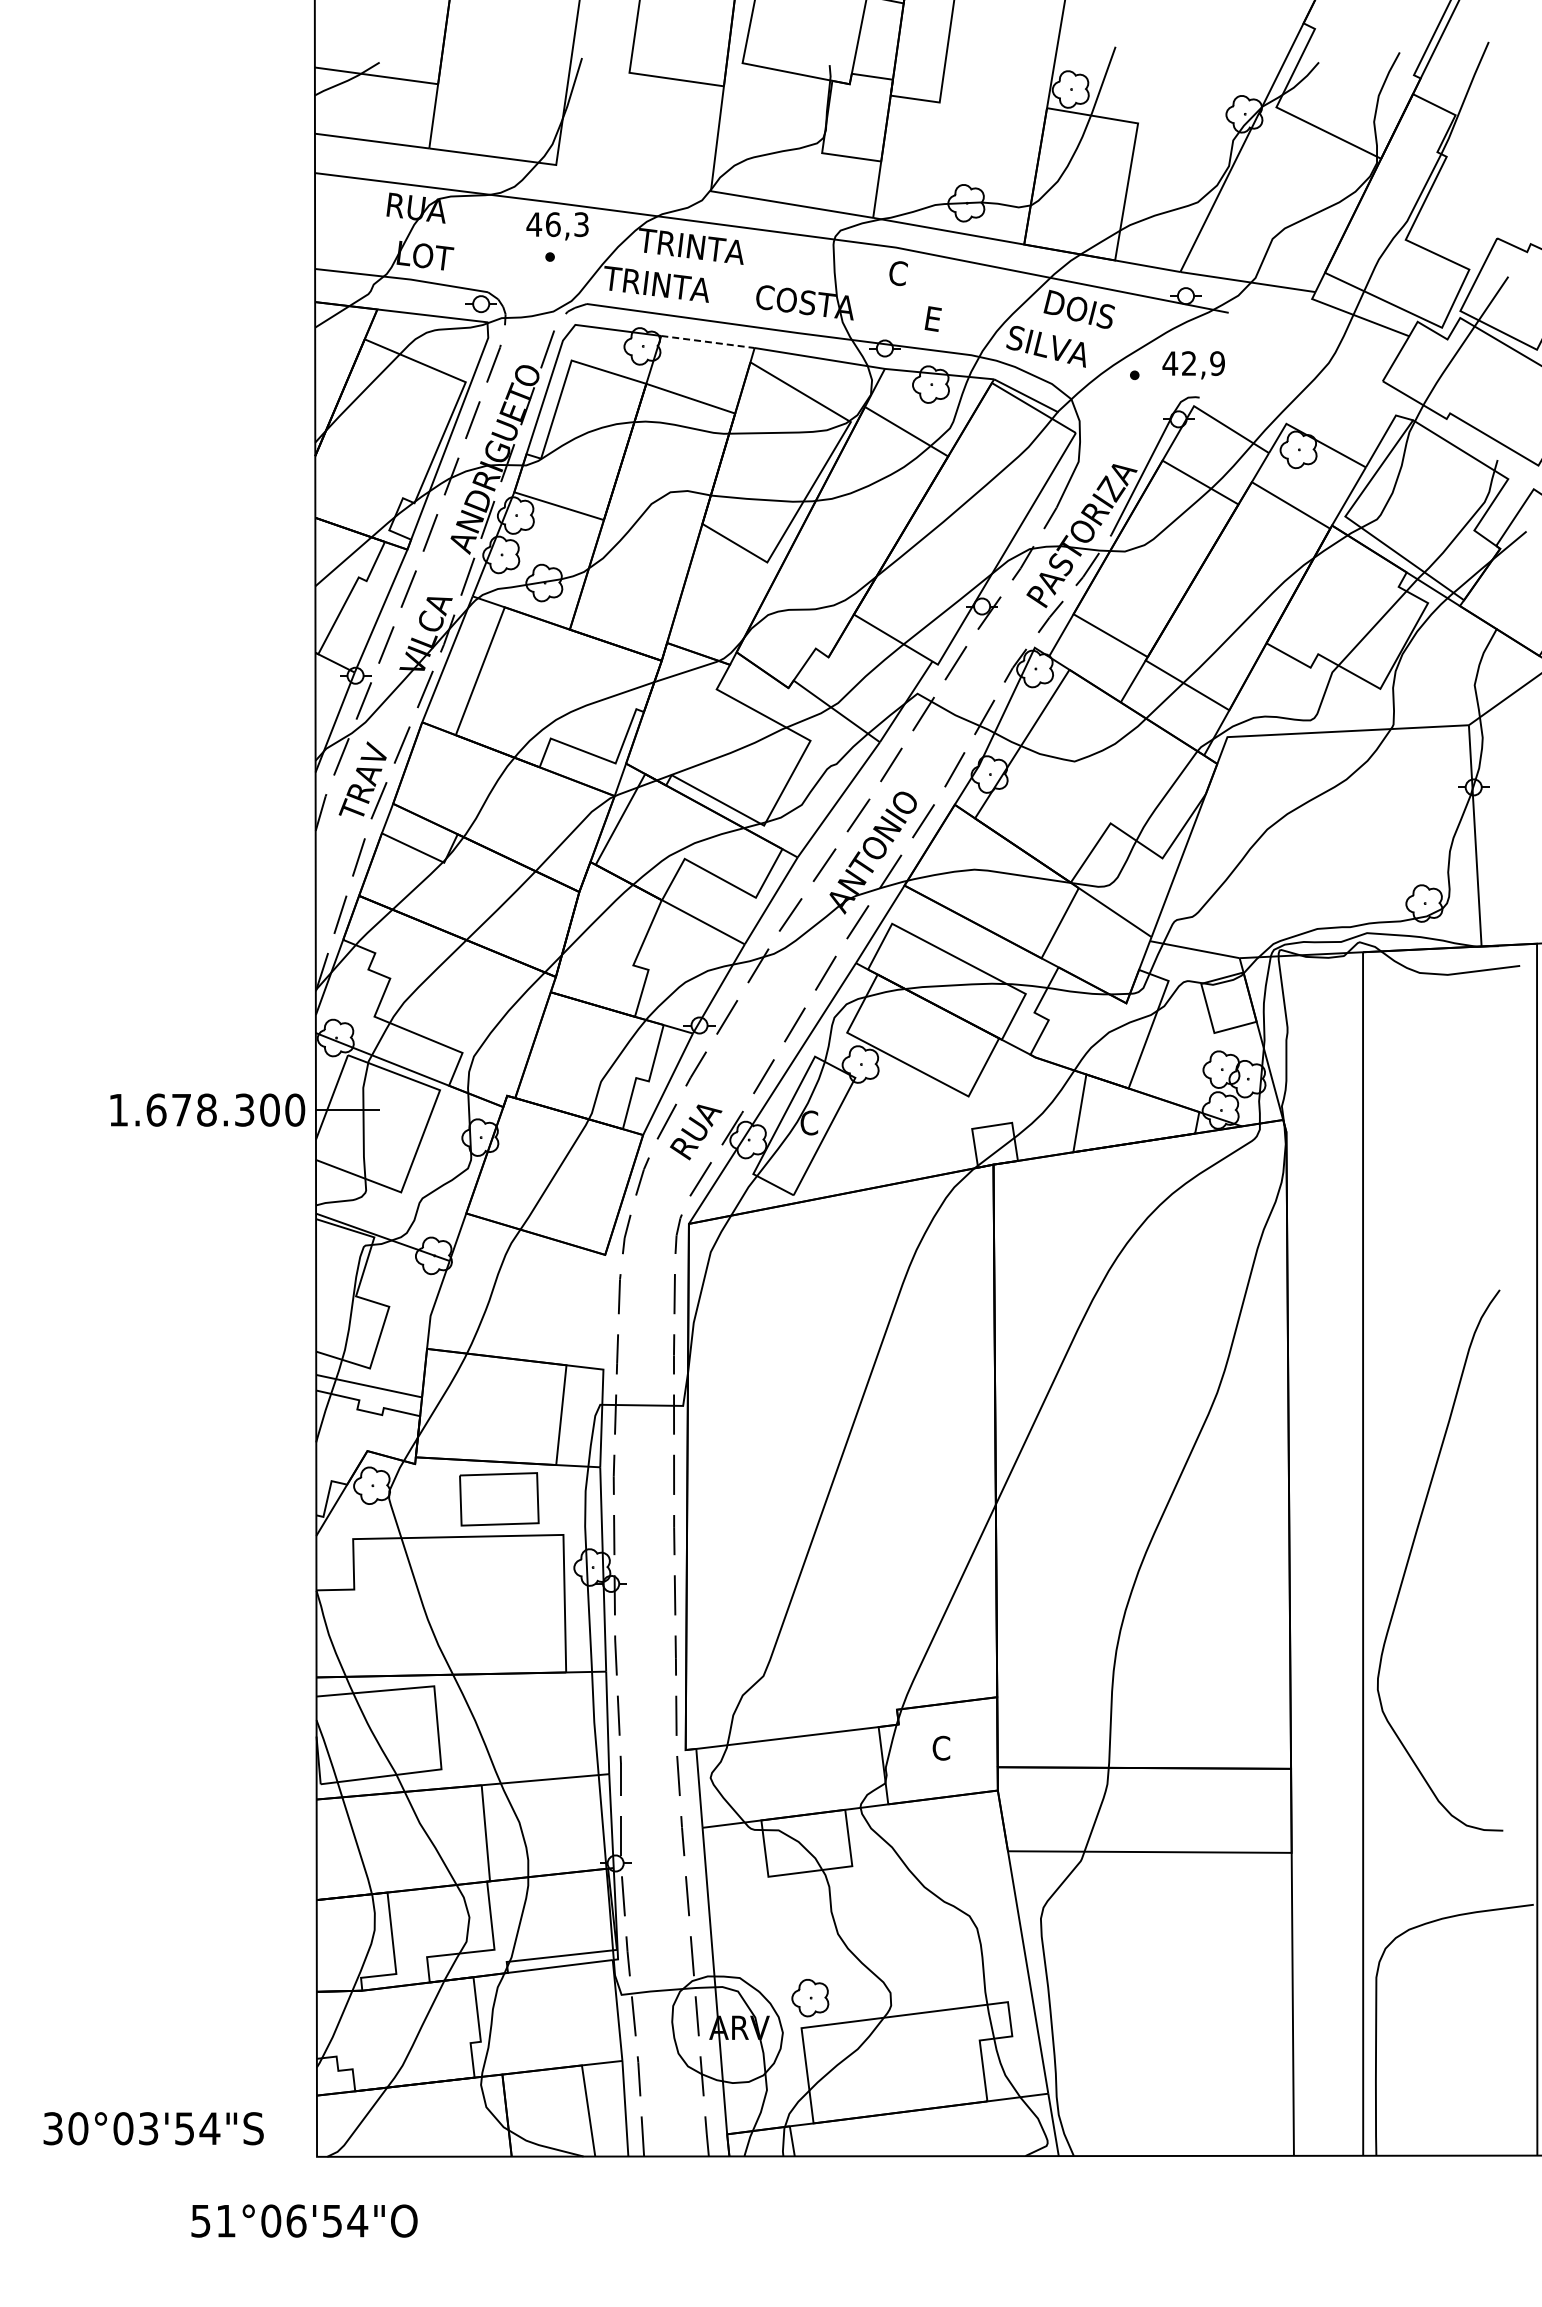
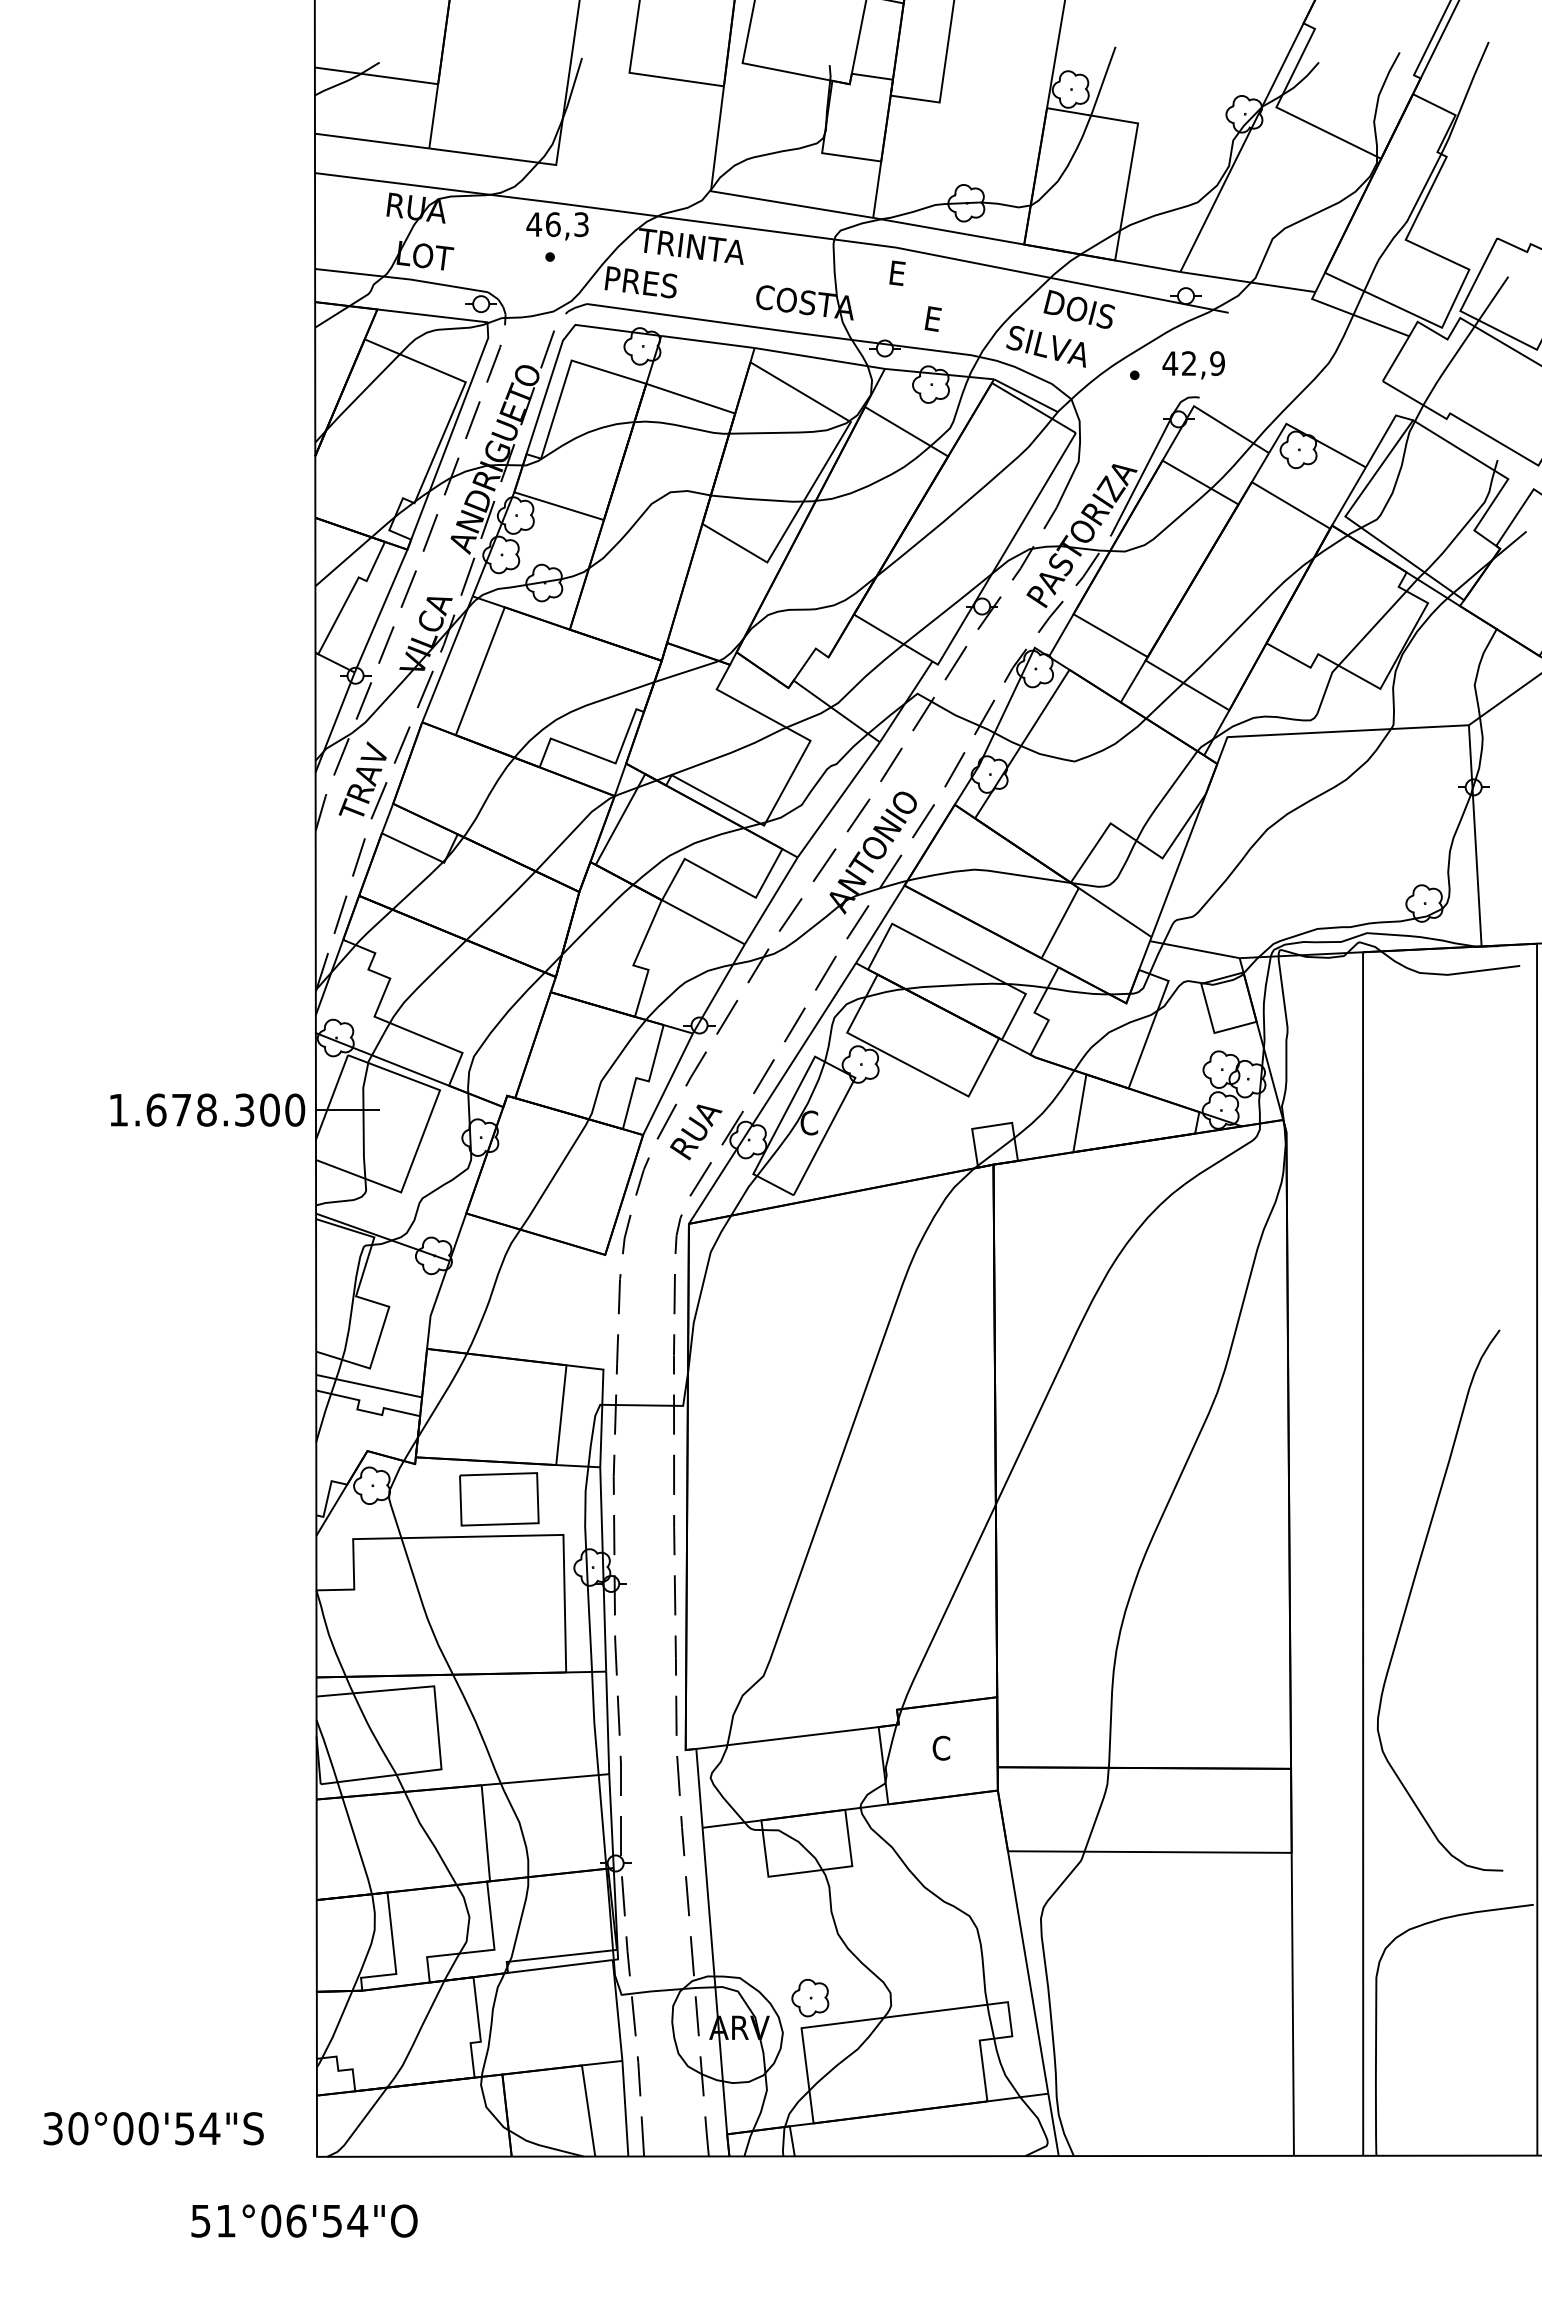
text at (898, 273): C -> E
text at (656, 283): TRINTA -> PRES
line at (708, 342): dashed -> solid
curve at (1411, 1553) position: (1411, 1553) -> (1411, 1593)
text at (148, 2128): 30°03'54"S -> 30°00'54"S
